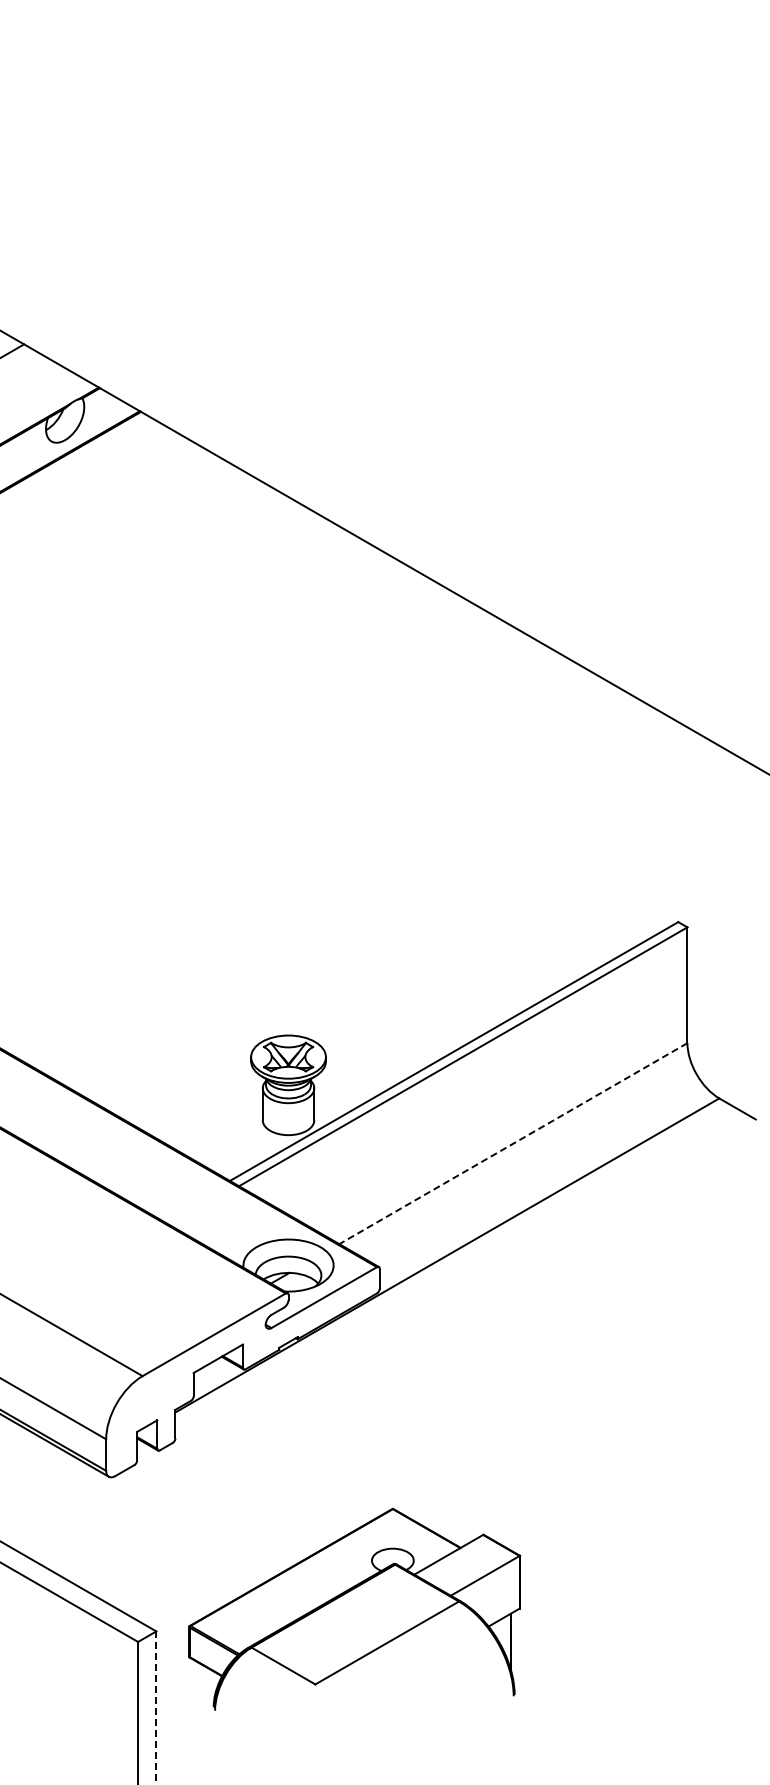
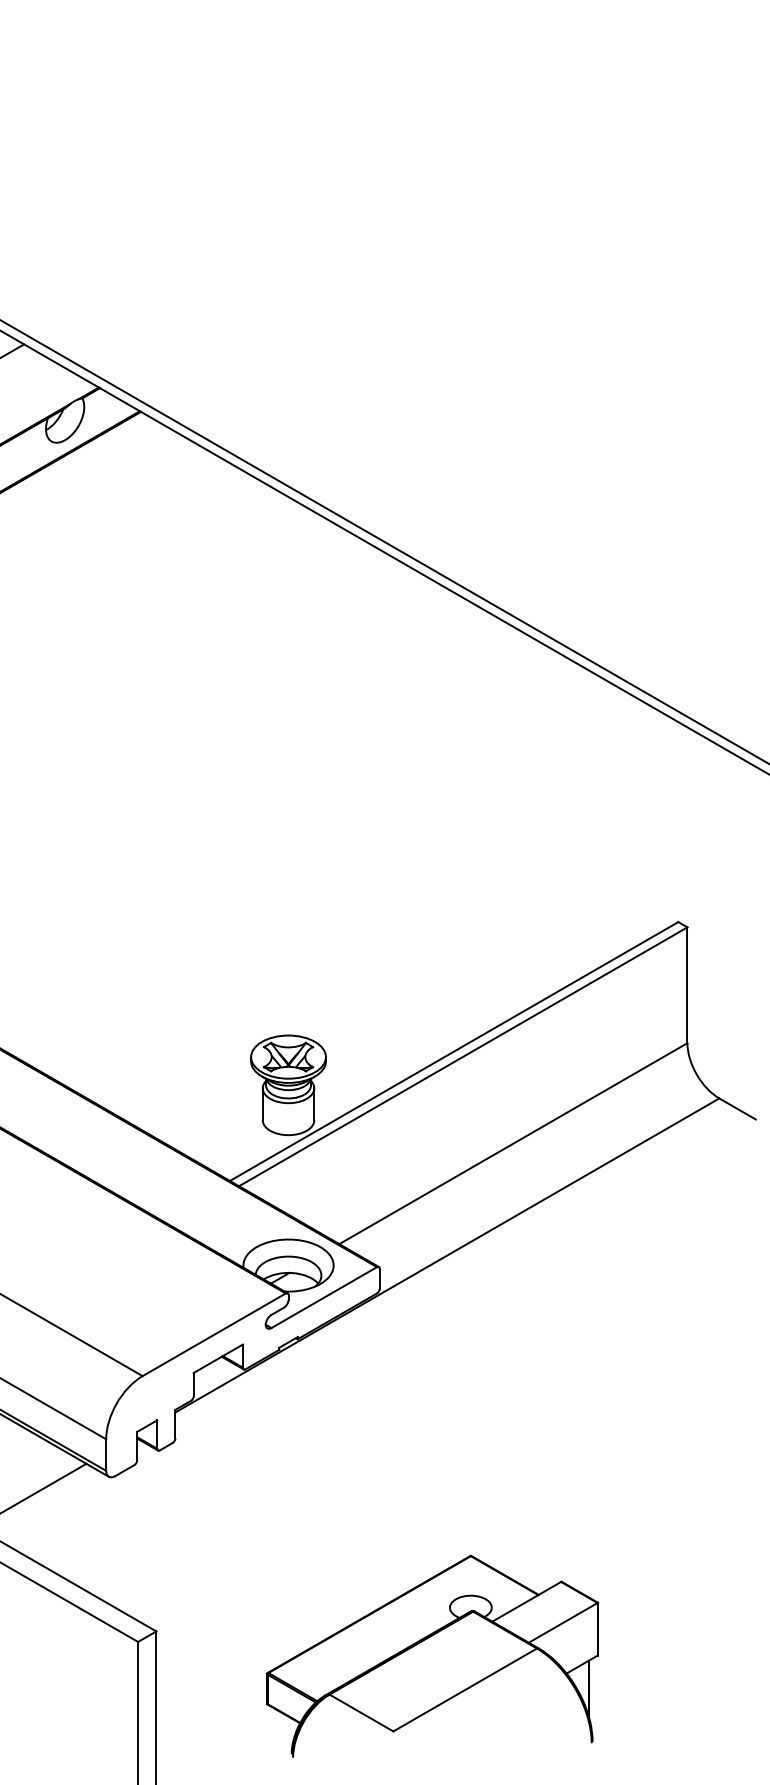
line at (384, 541): none -> present
line at (513, 1143): dashed -> solid
line at (44, 1487): none -> present
part at (354, 1608) position: (354, 1608) -> (432, 1655)
line at (156, 1708): dashed -> solid
